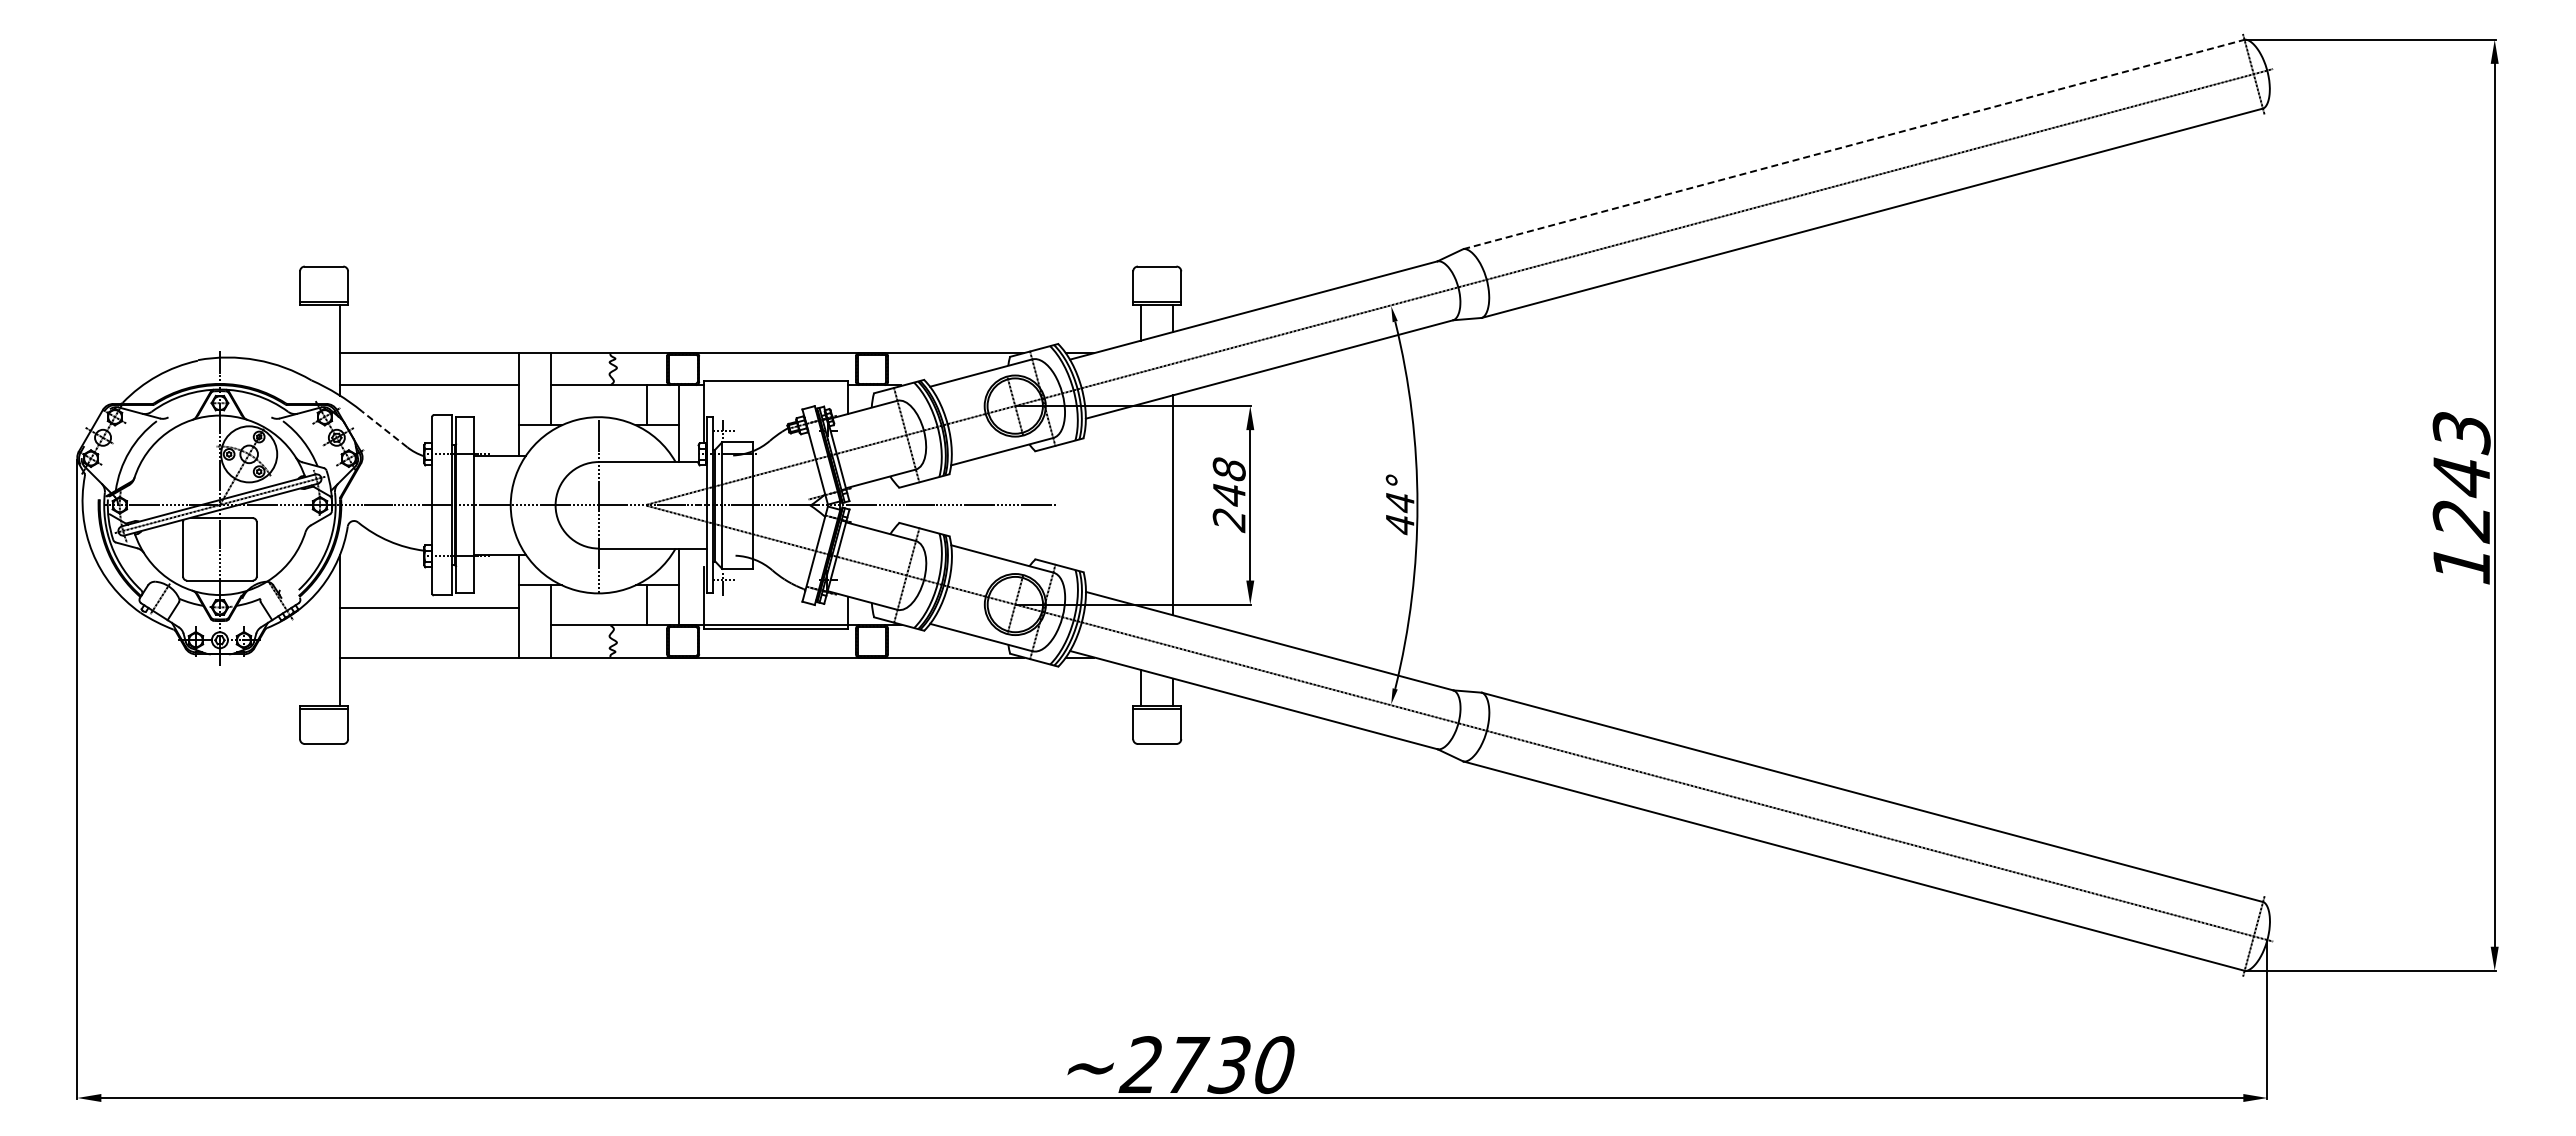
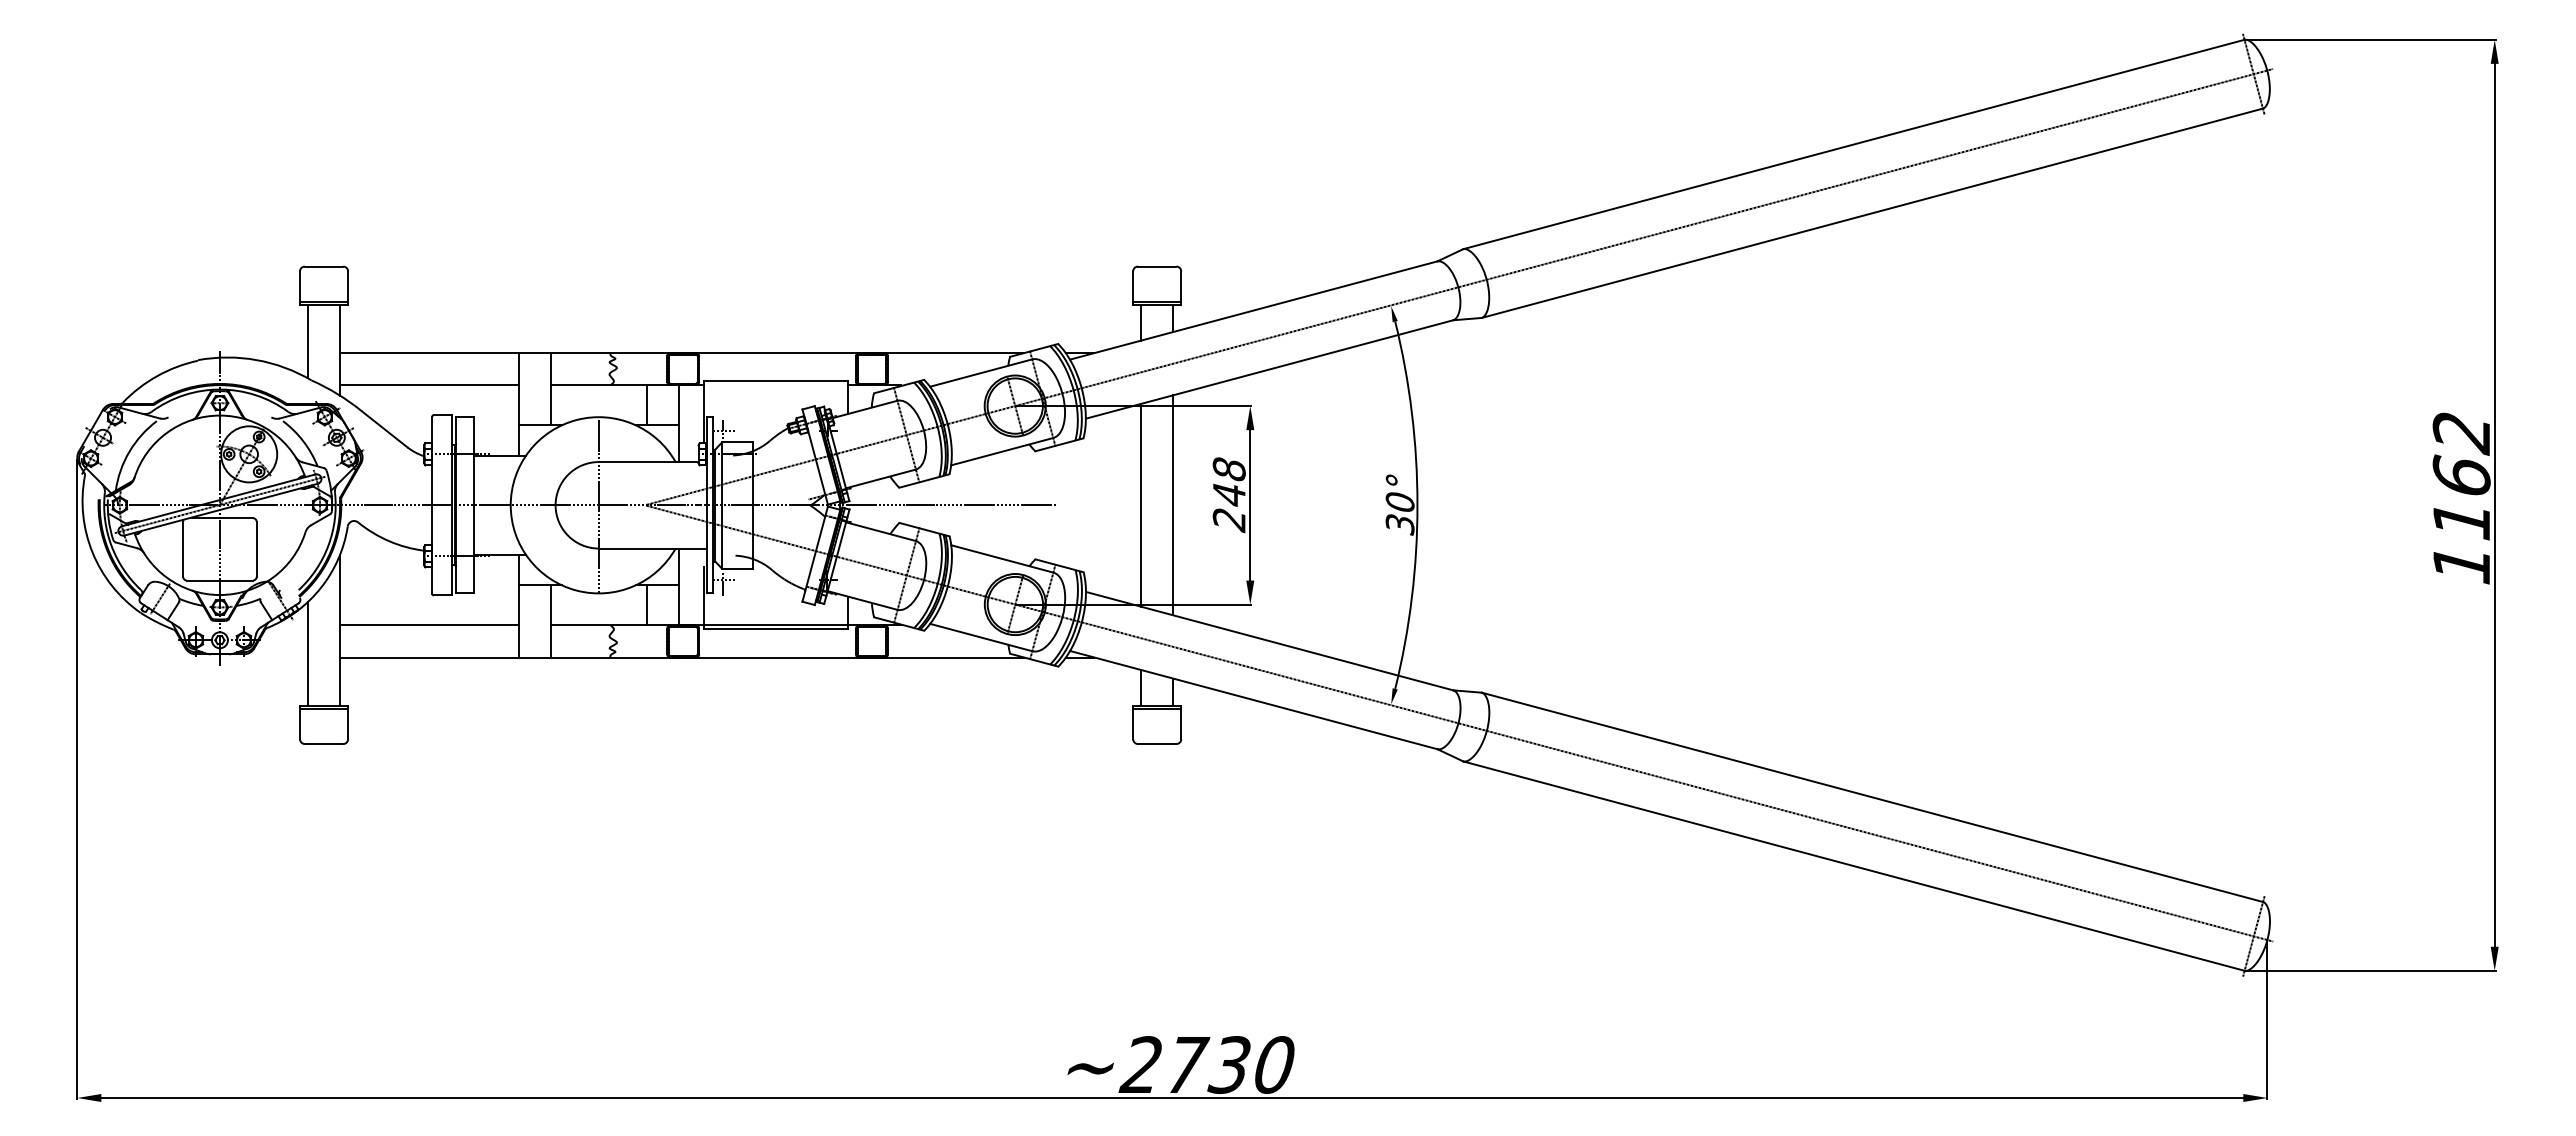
line at (1854, 144): dashed -> solid
line at (308, 341): none -> present
line at (384, 429): dashed -> solid
text at (2461, 478): 1243 -> 1162
line at (1141, 504): none -> present
text at (1399, 513): 44° -> 30°
line at (429, 608) position: (429, 608) -> (429, 625)
line at (308, 653): none -> present
